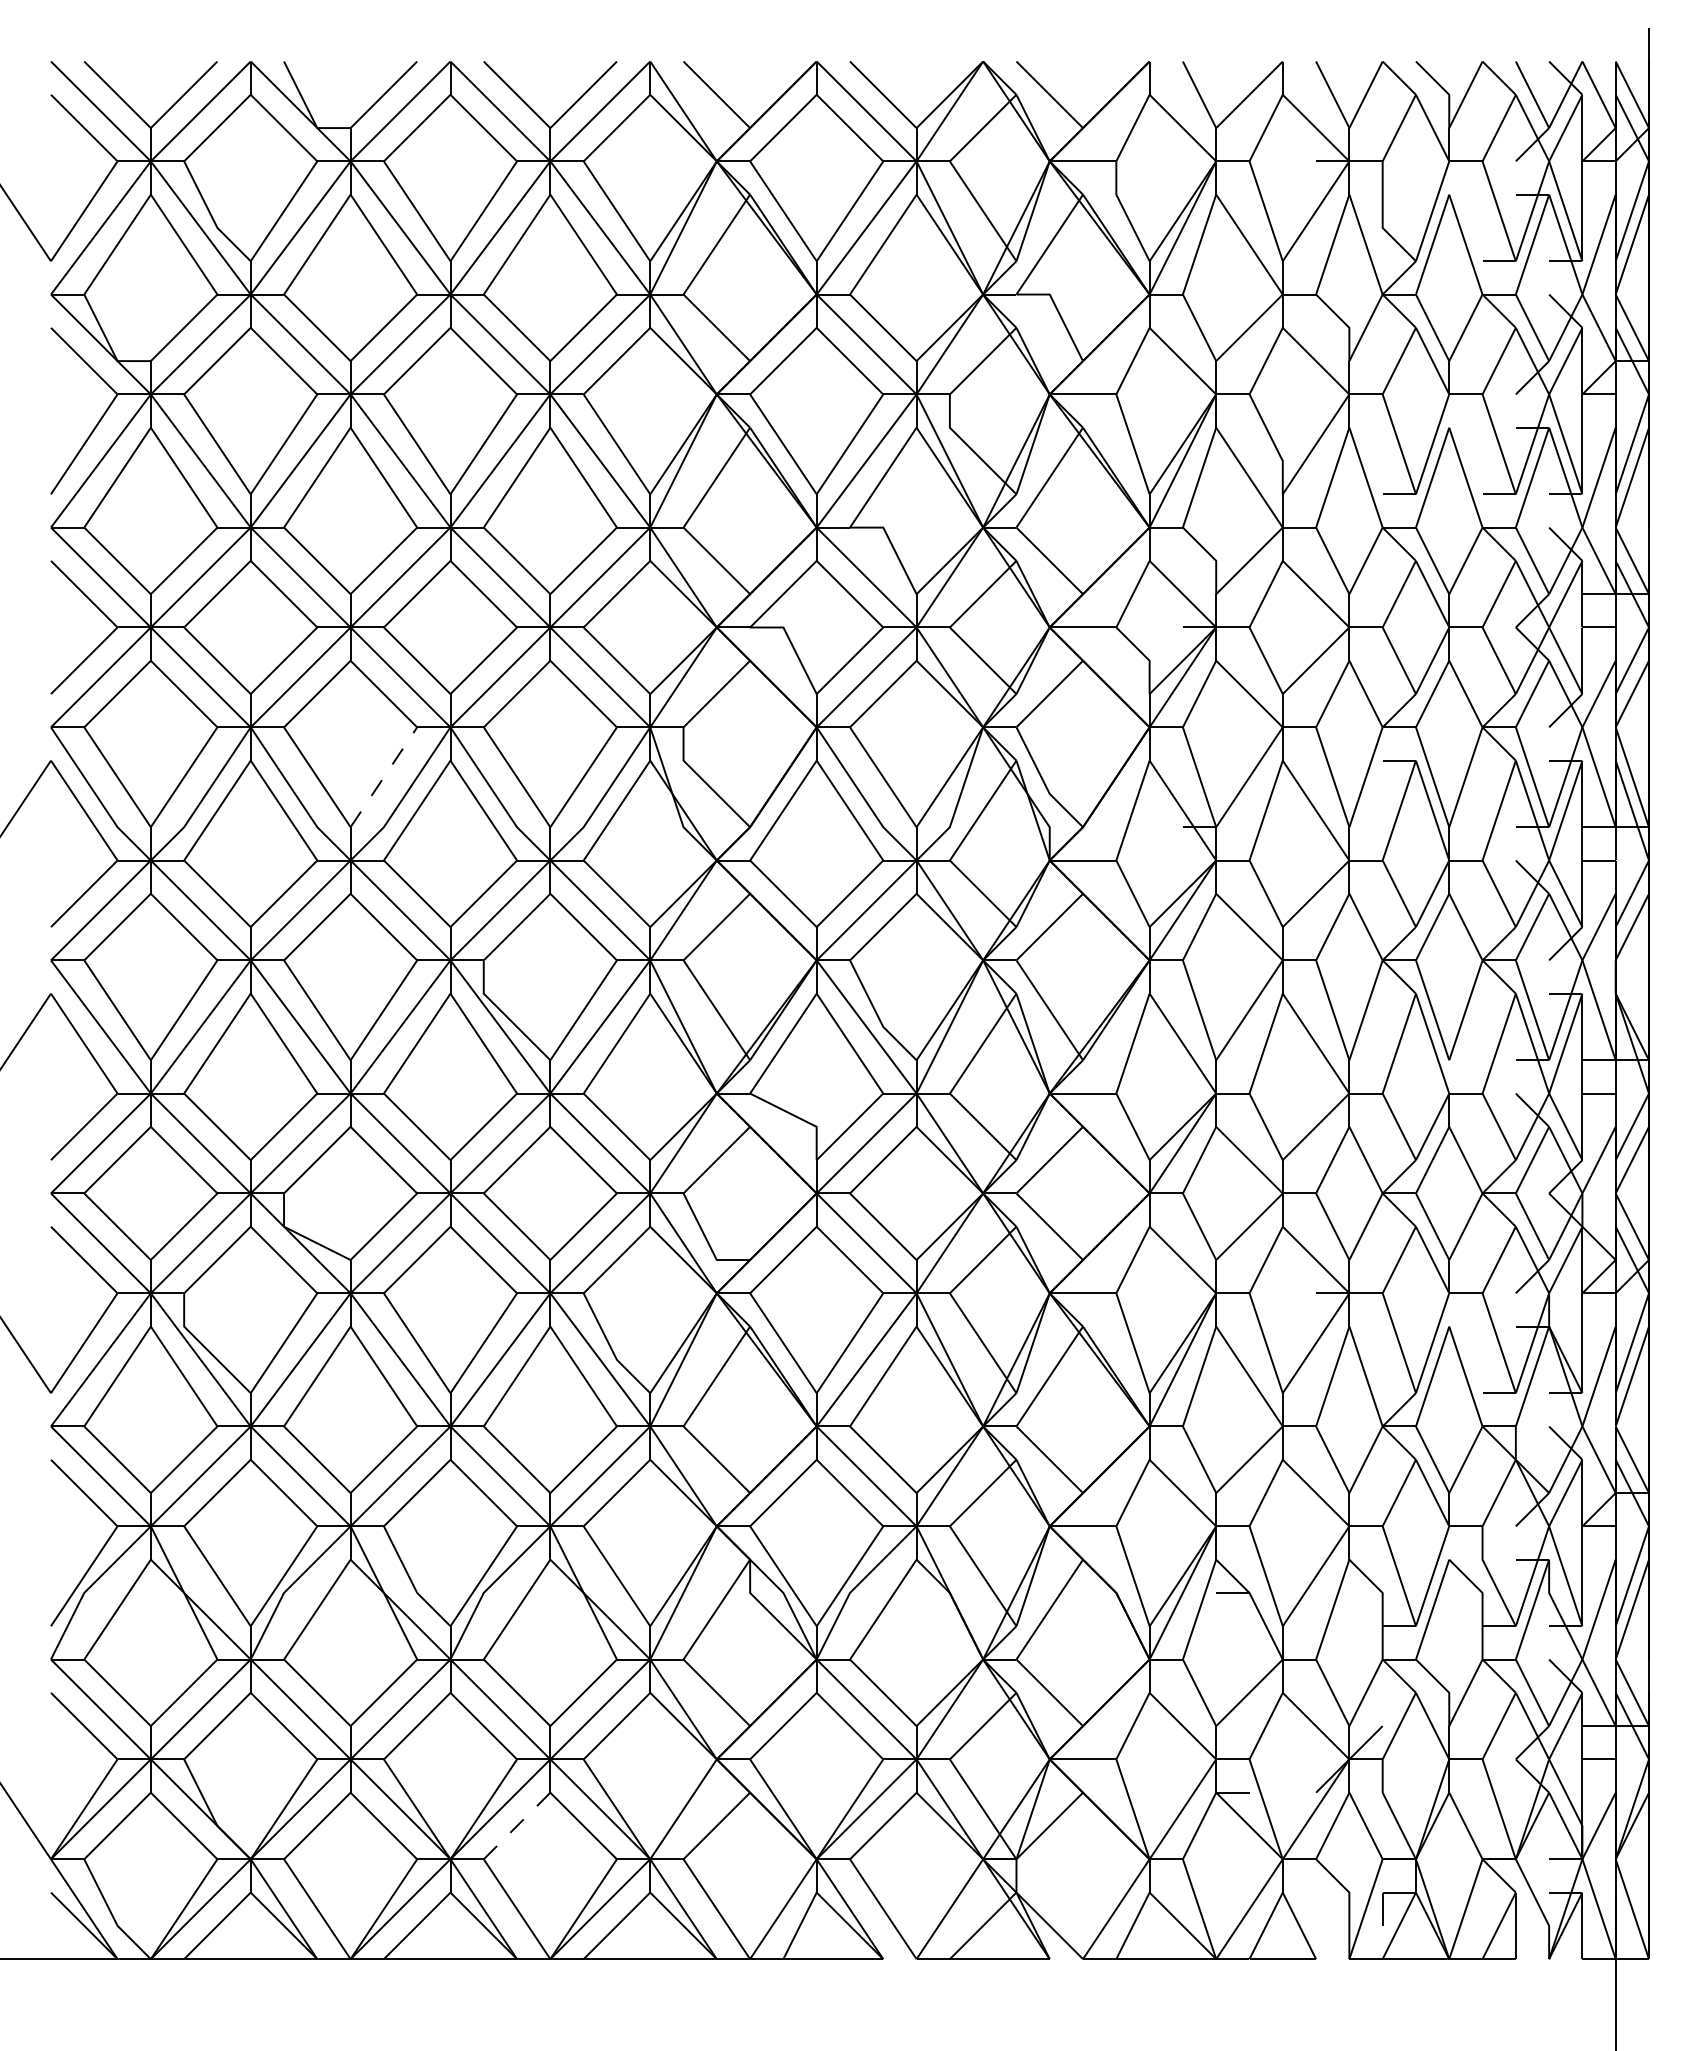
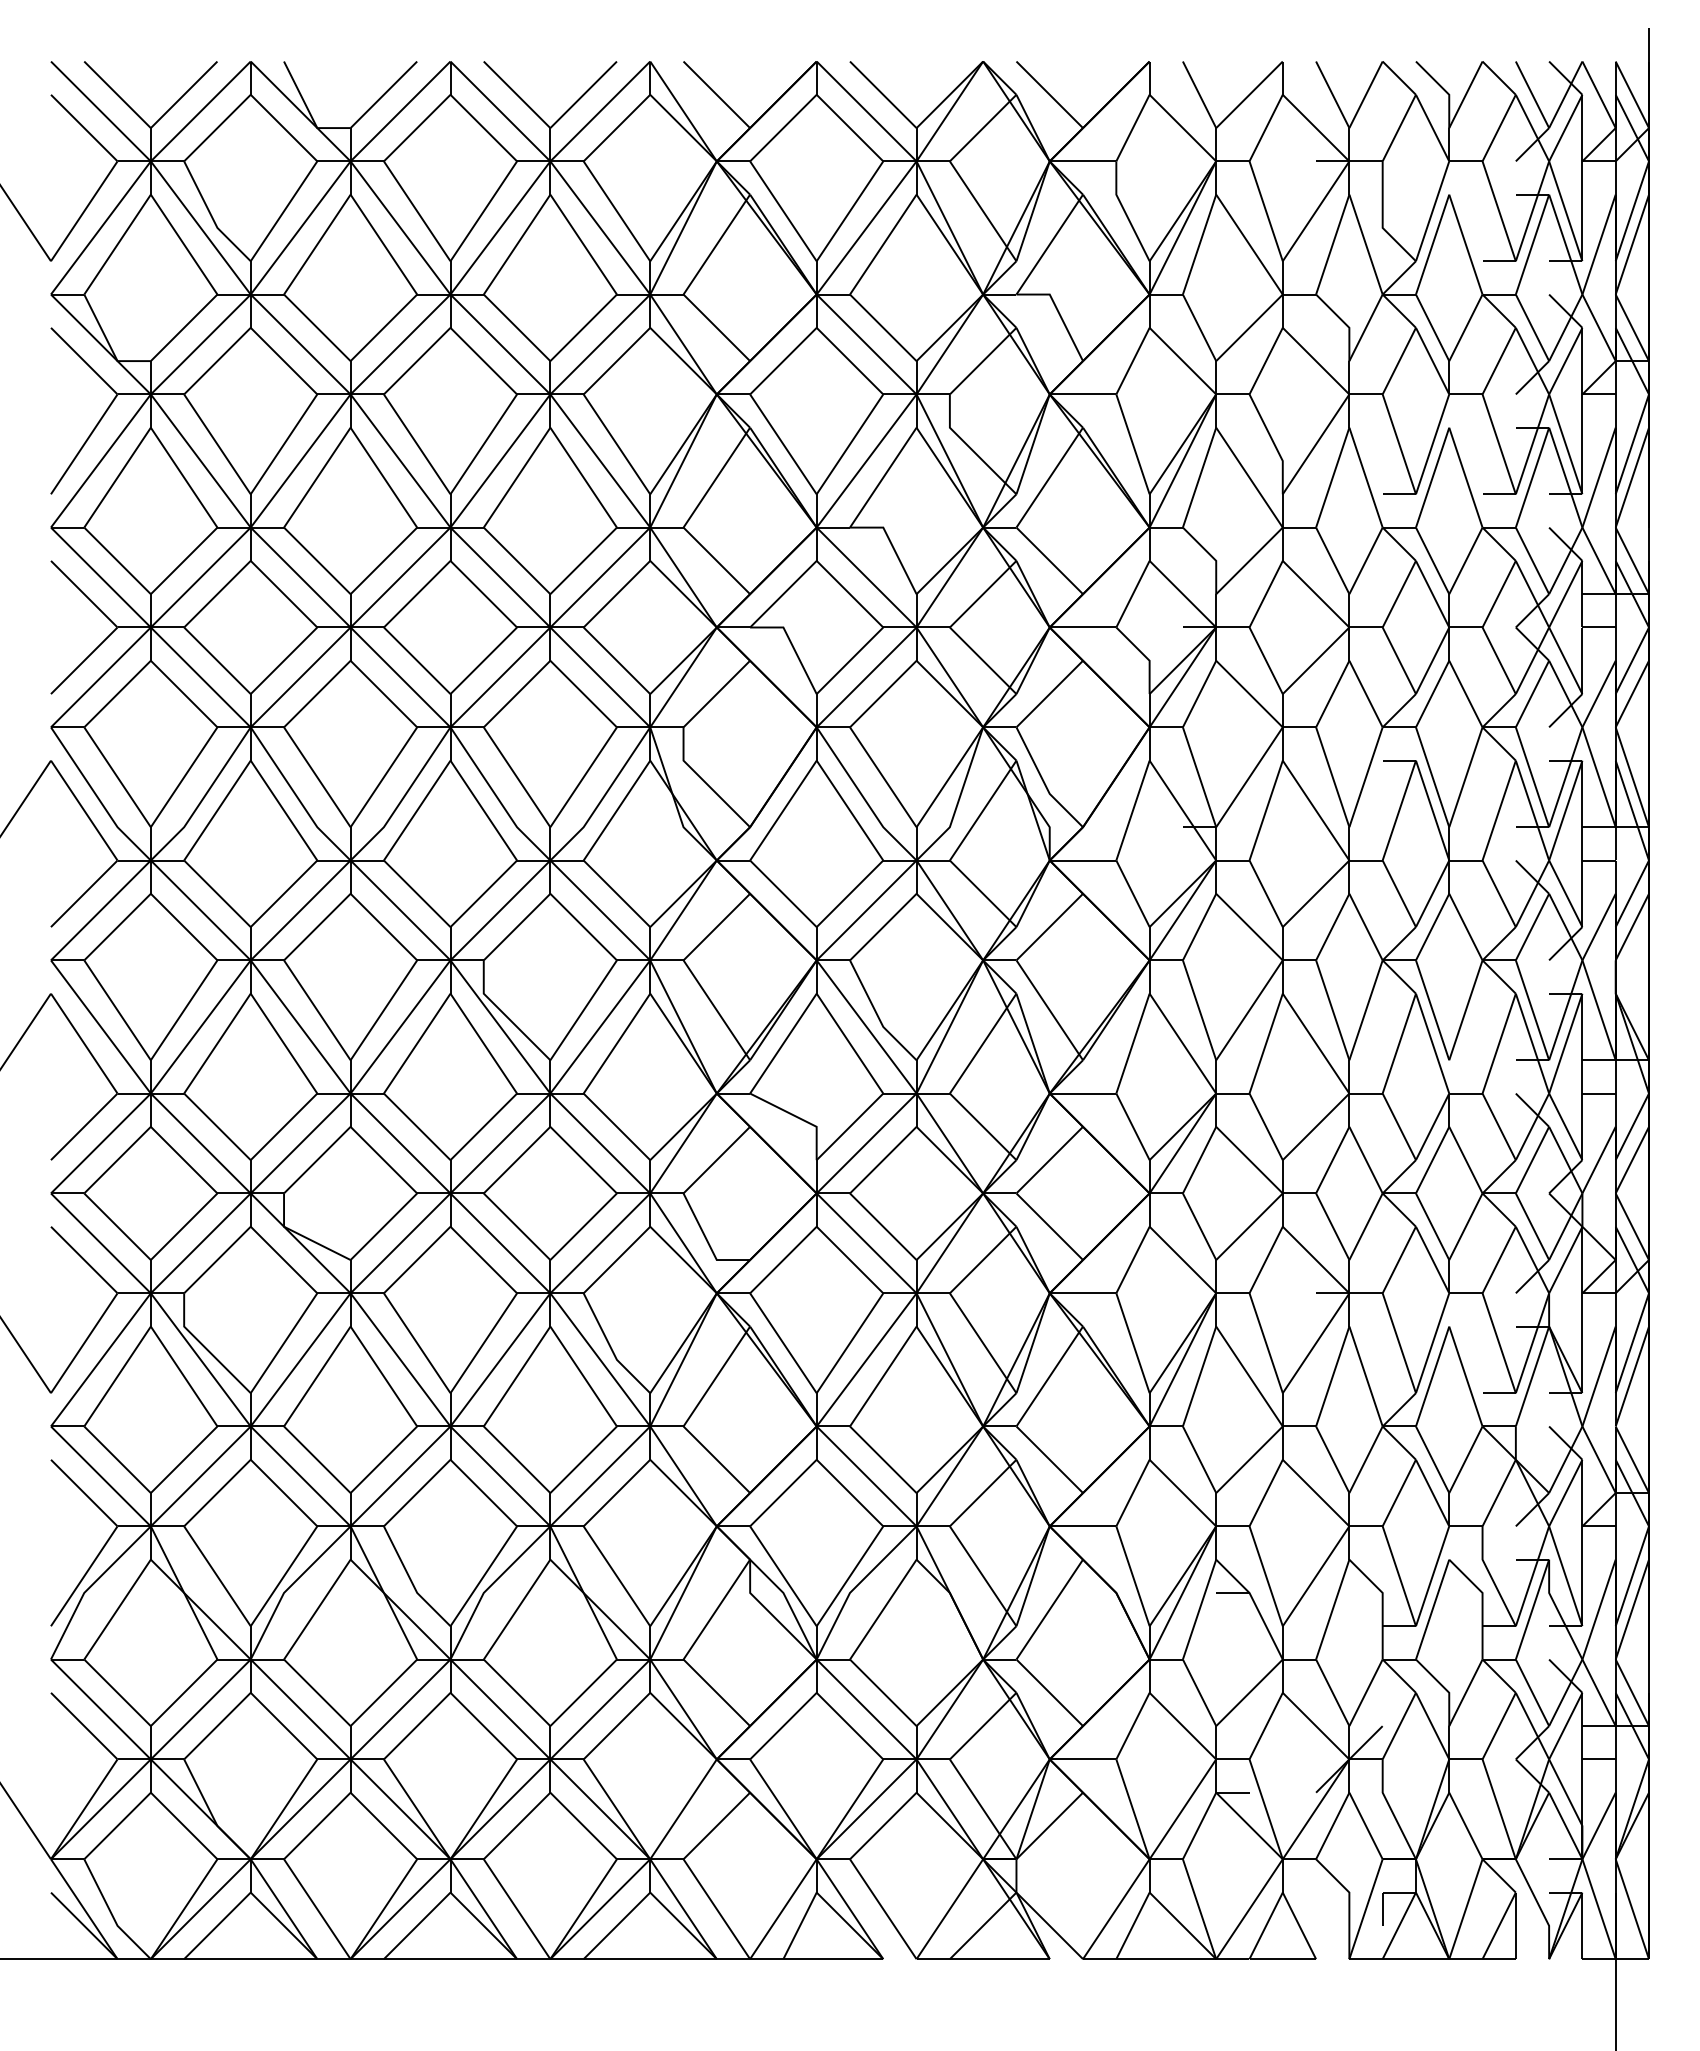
line at (384, 776): dashed -> solid
line at (516, 1826): dashed -> solid
